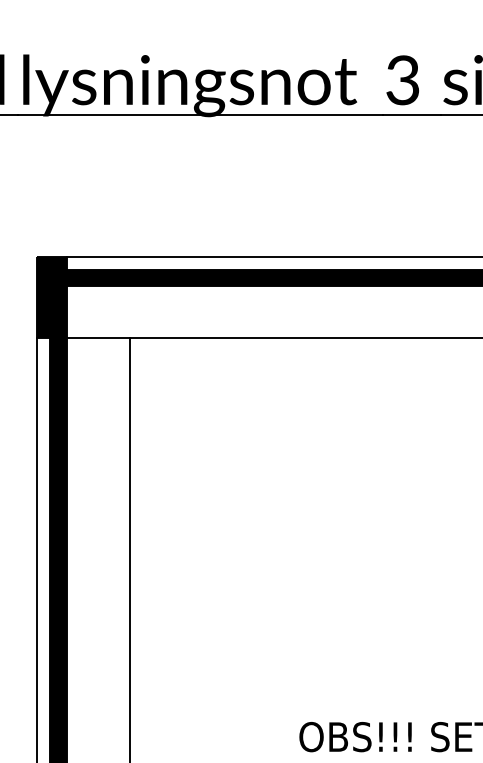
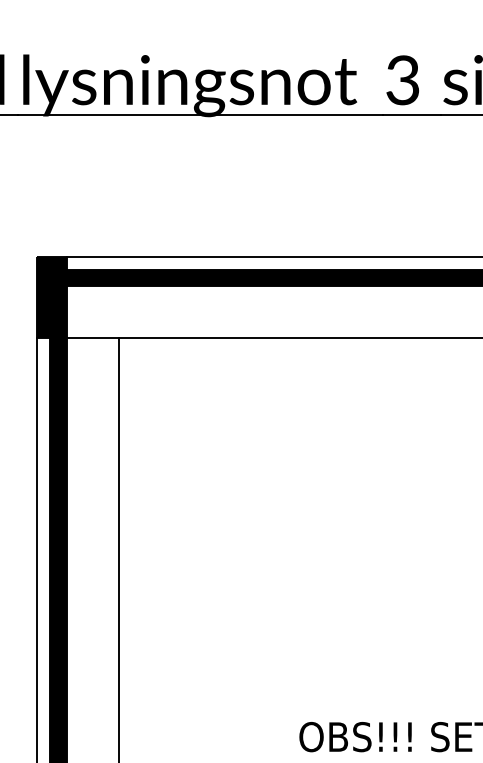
line at (129, 548) position: (129, 548) -> (118, 548)
